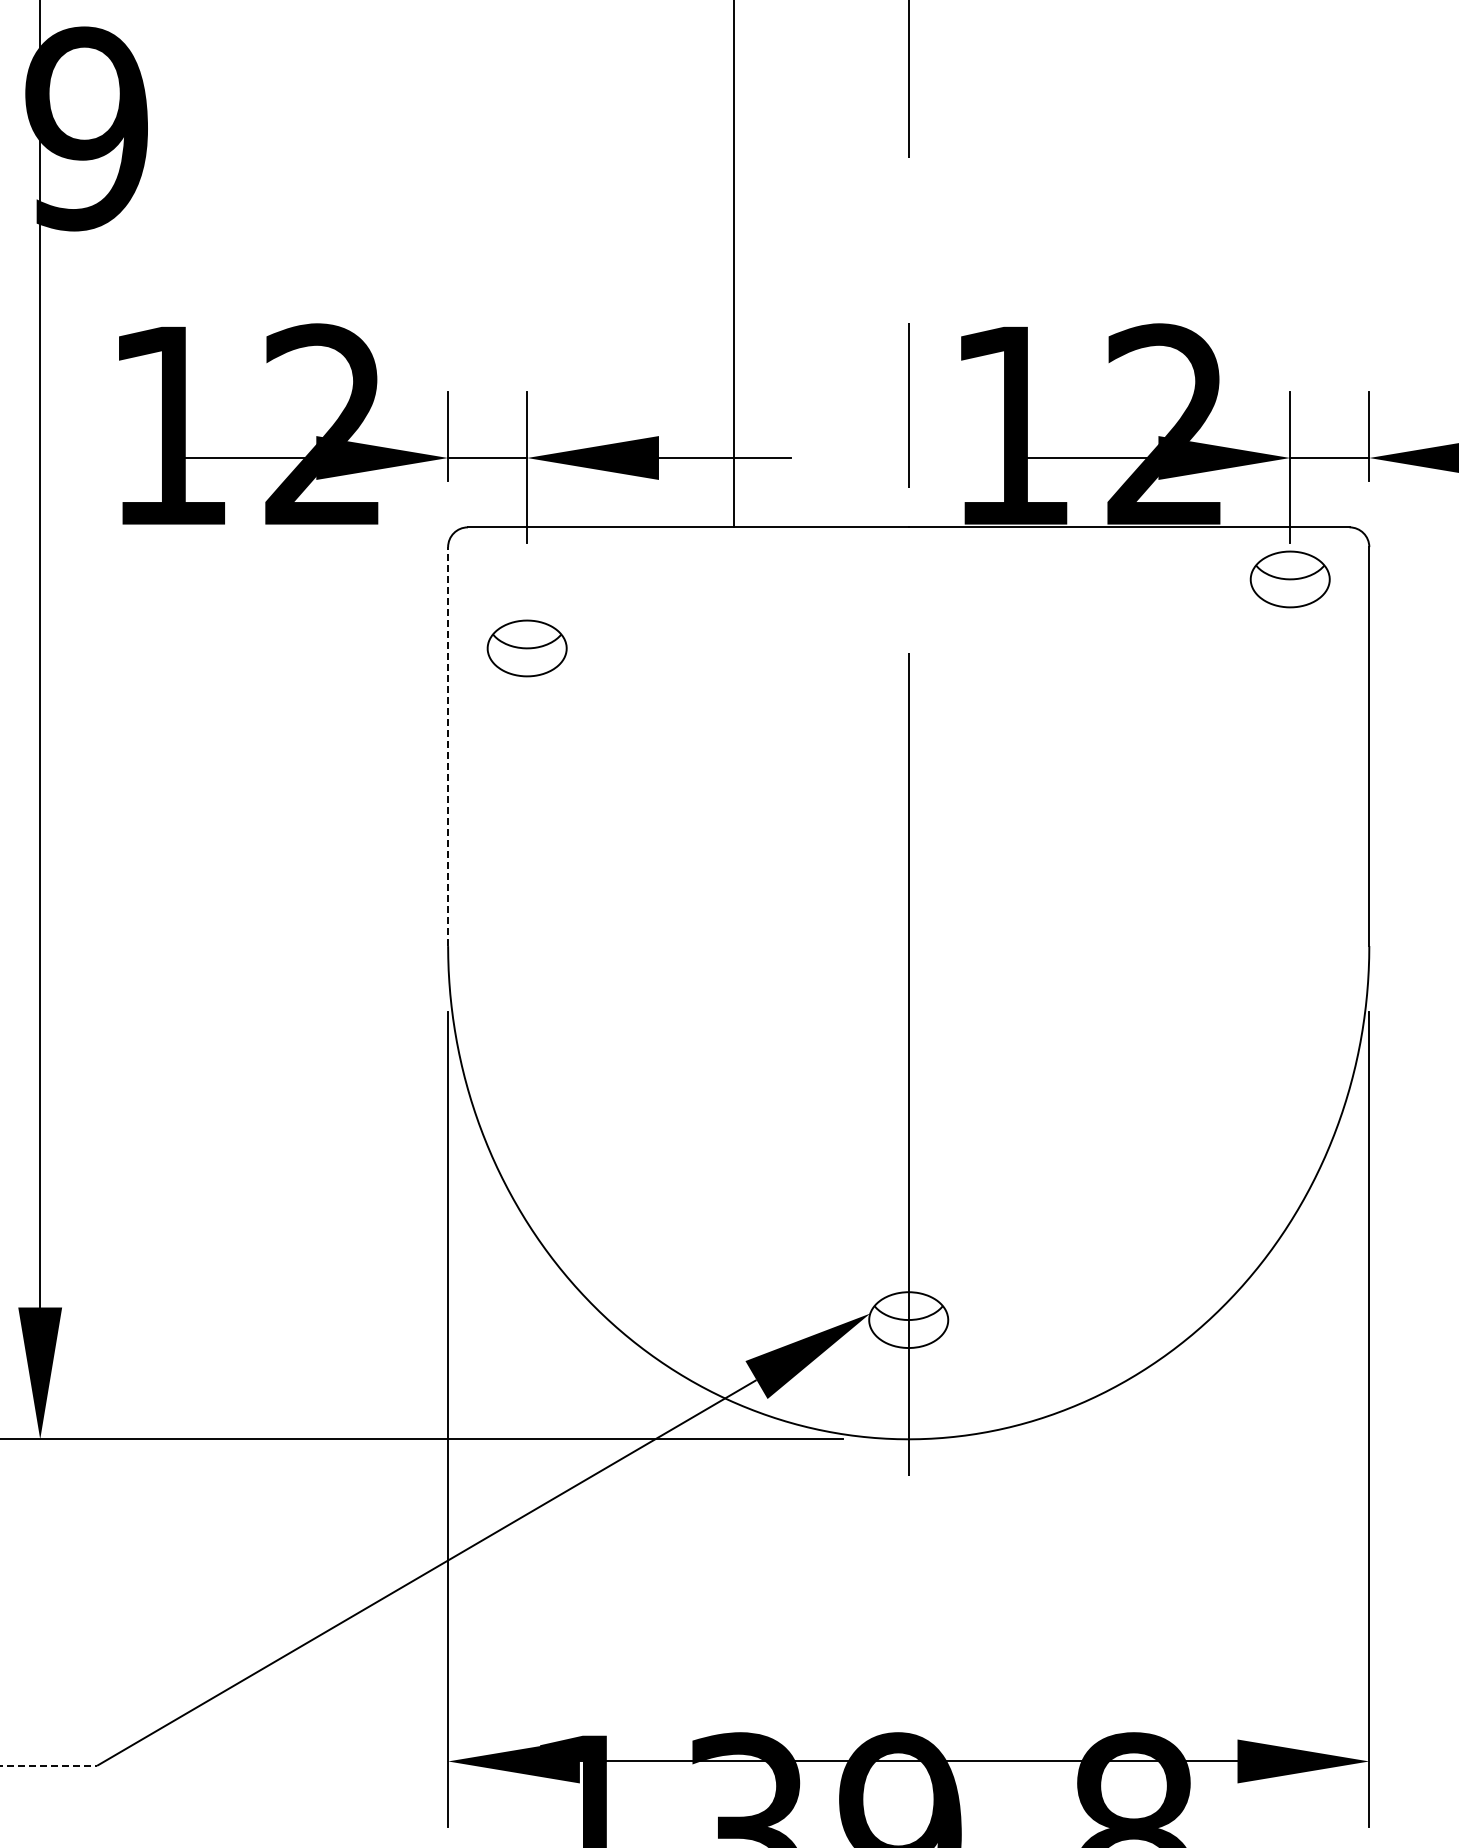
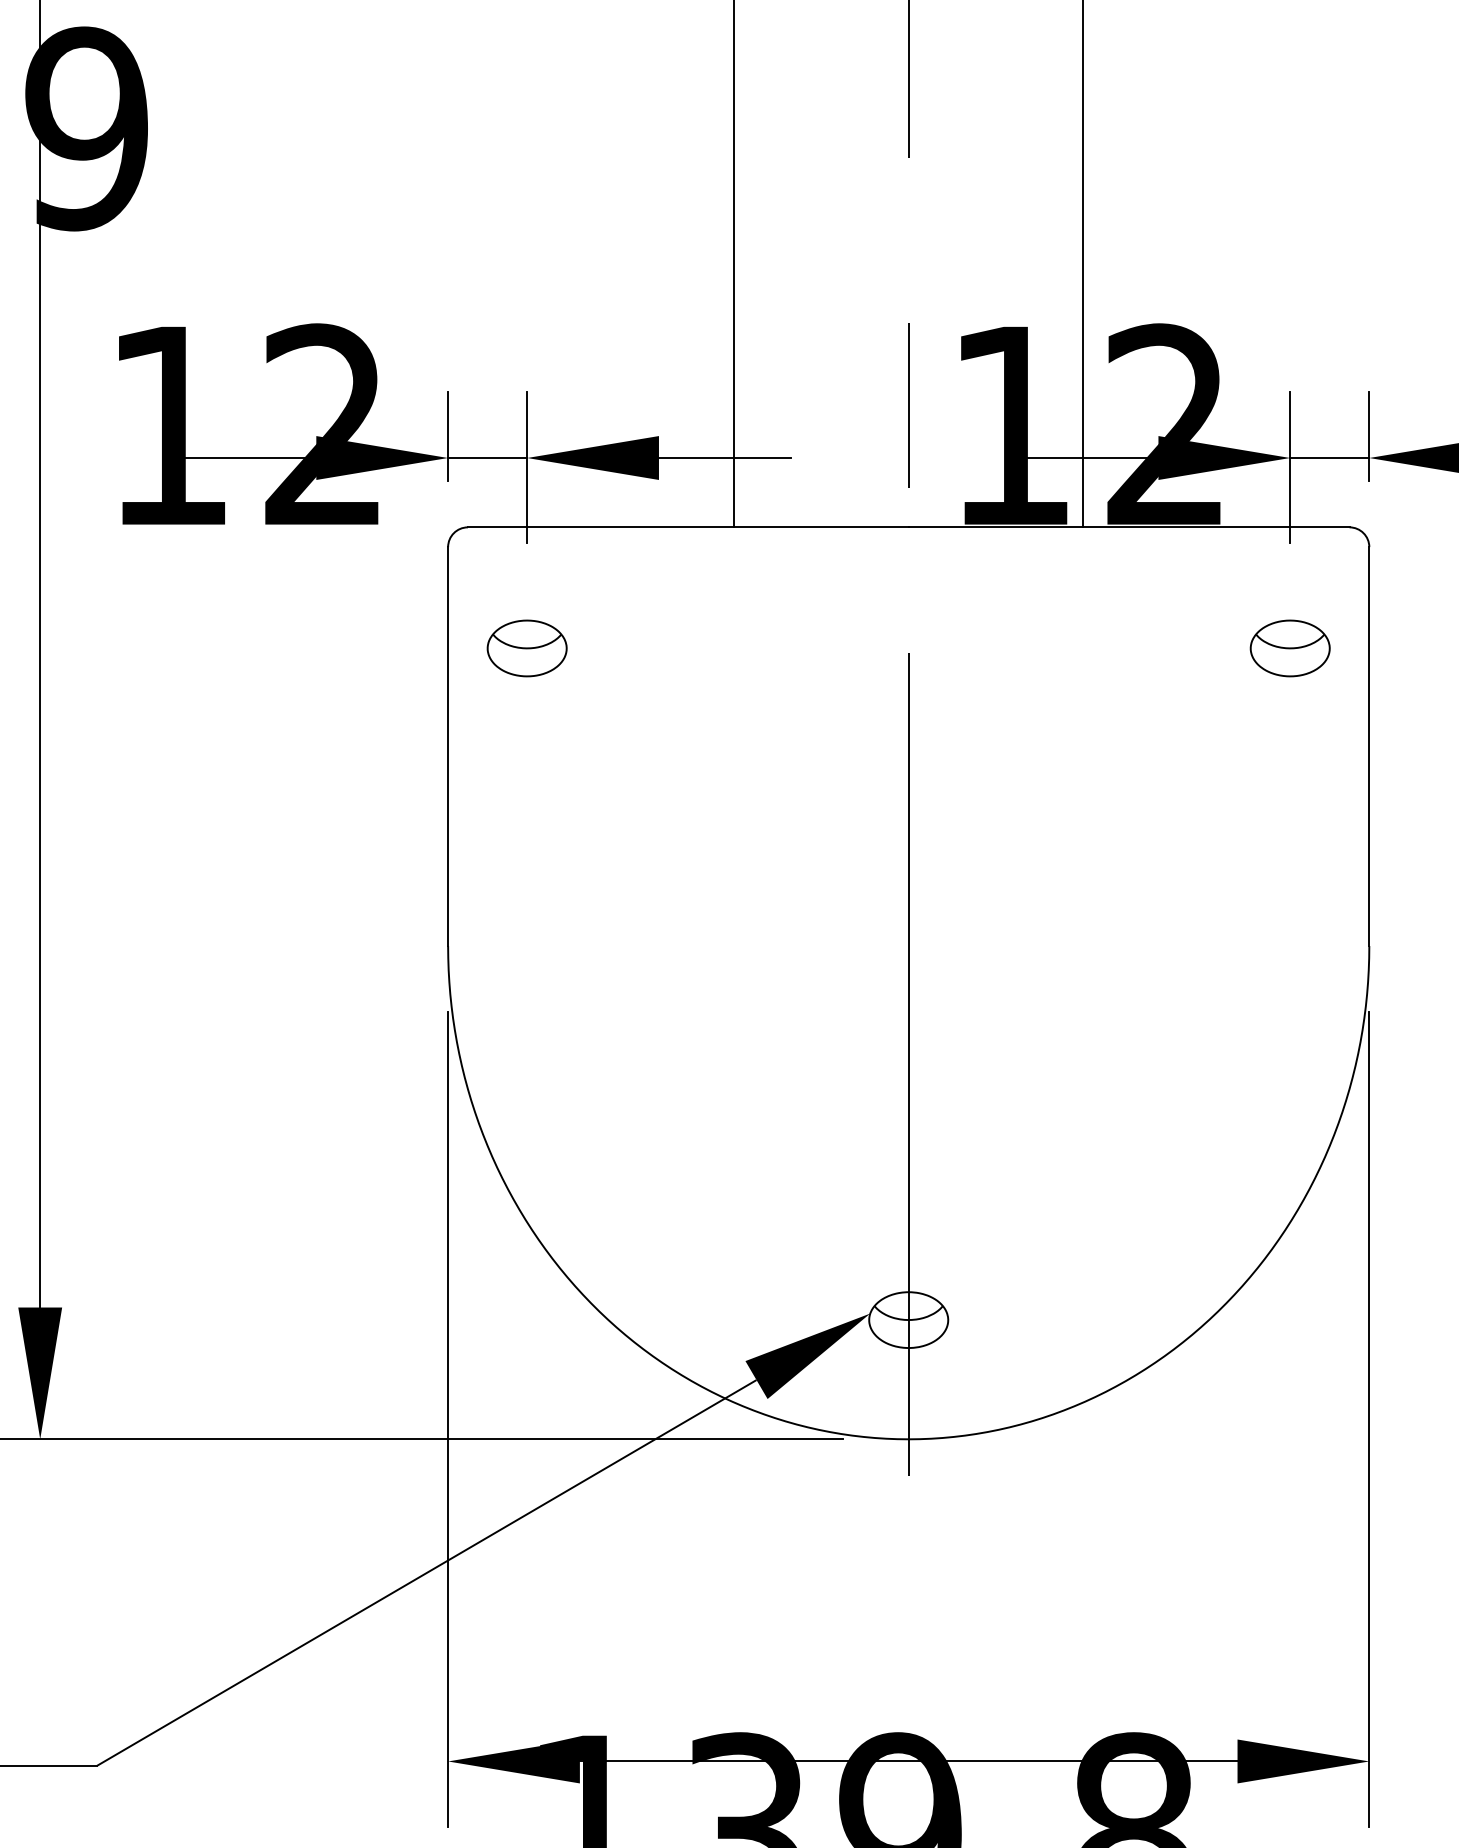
line at (1083, 264): none -> present
part at (1289, 579) position: (1289, 579) -> (1289, 648)
line at (448, 746): dashed -> solid
line at (49, 1765): dashed -> solid
